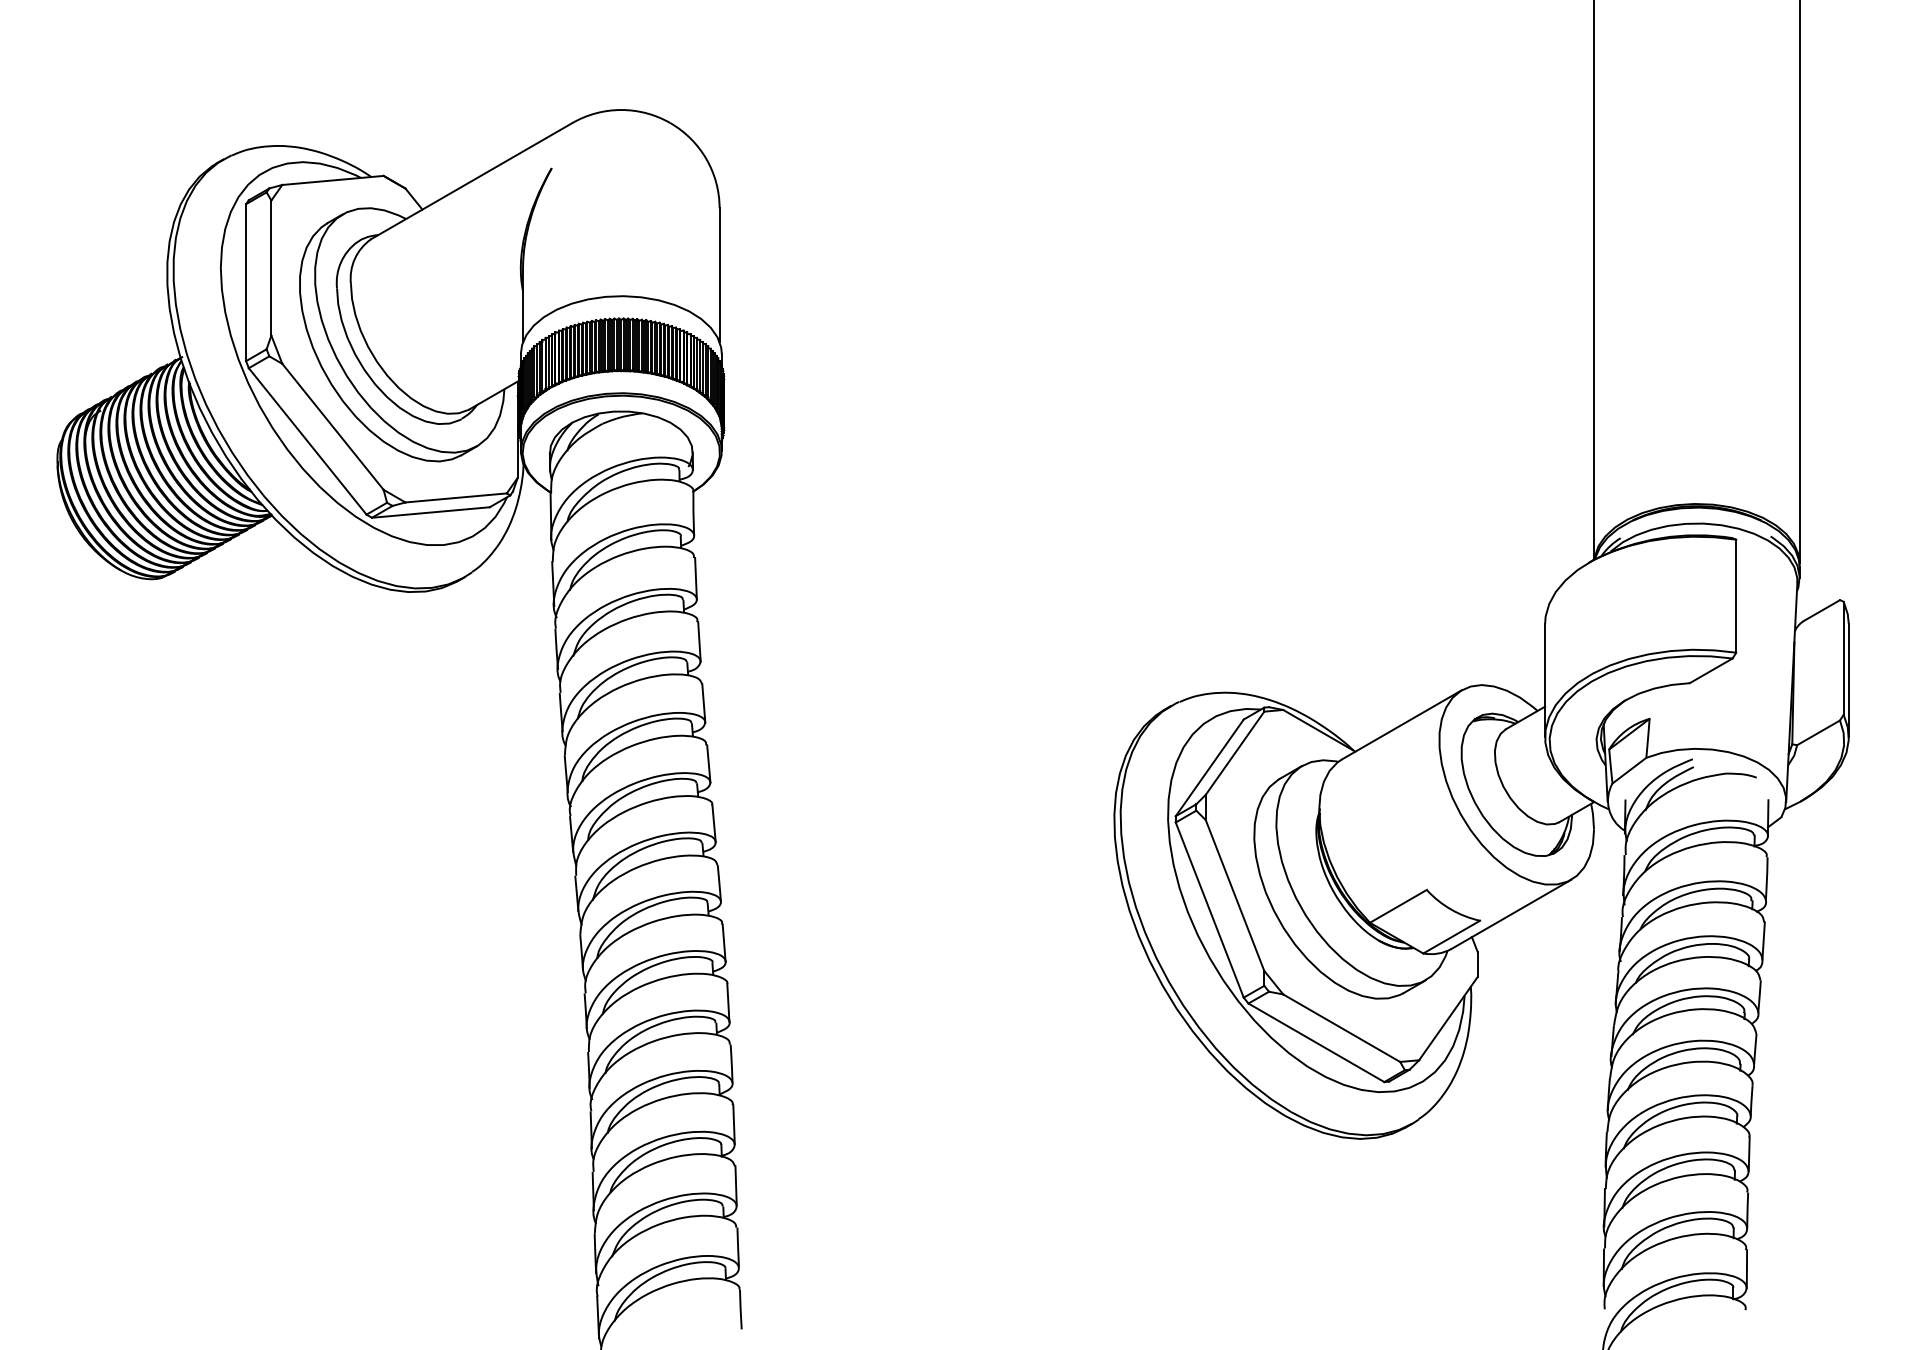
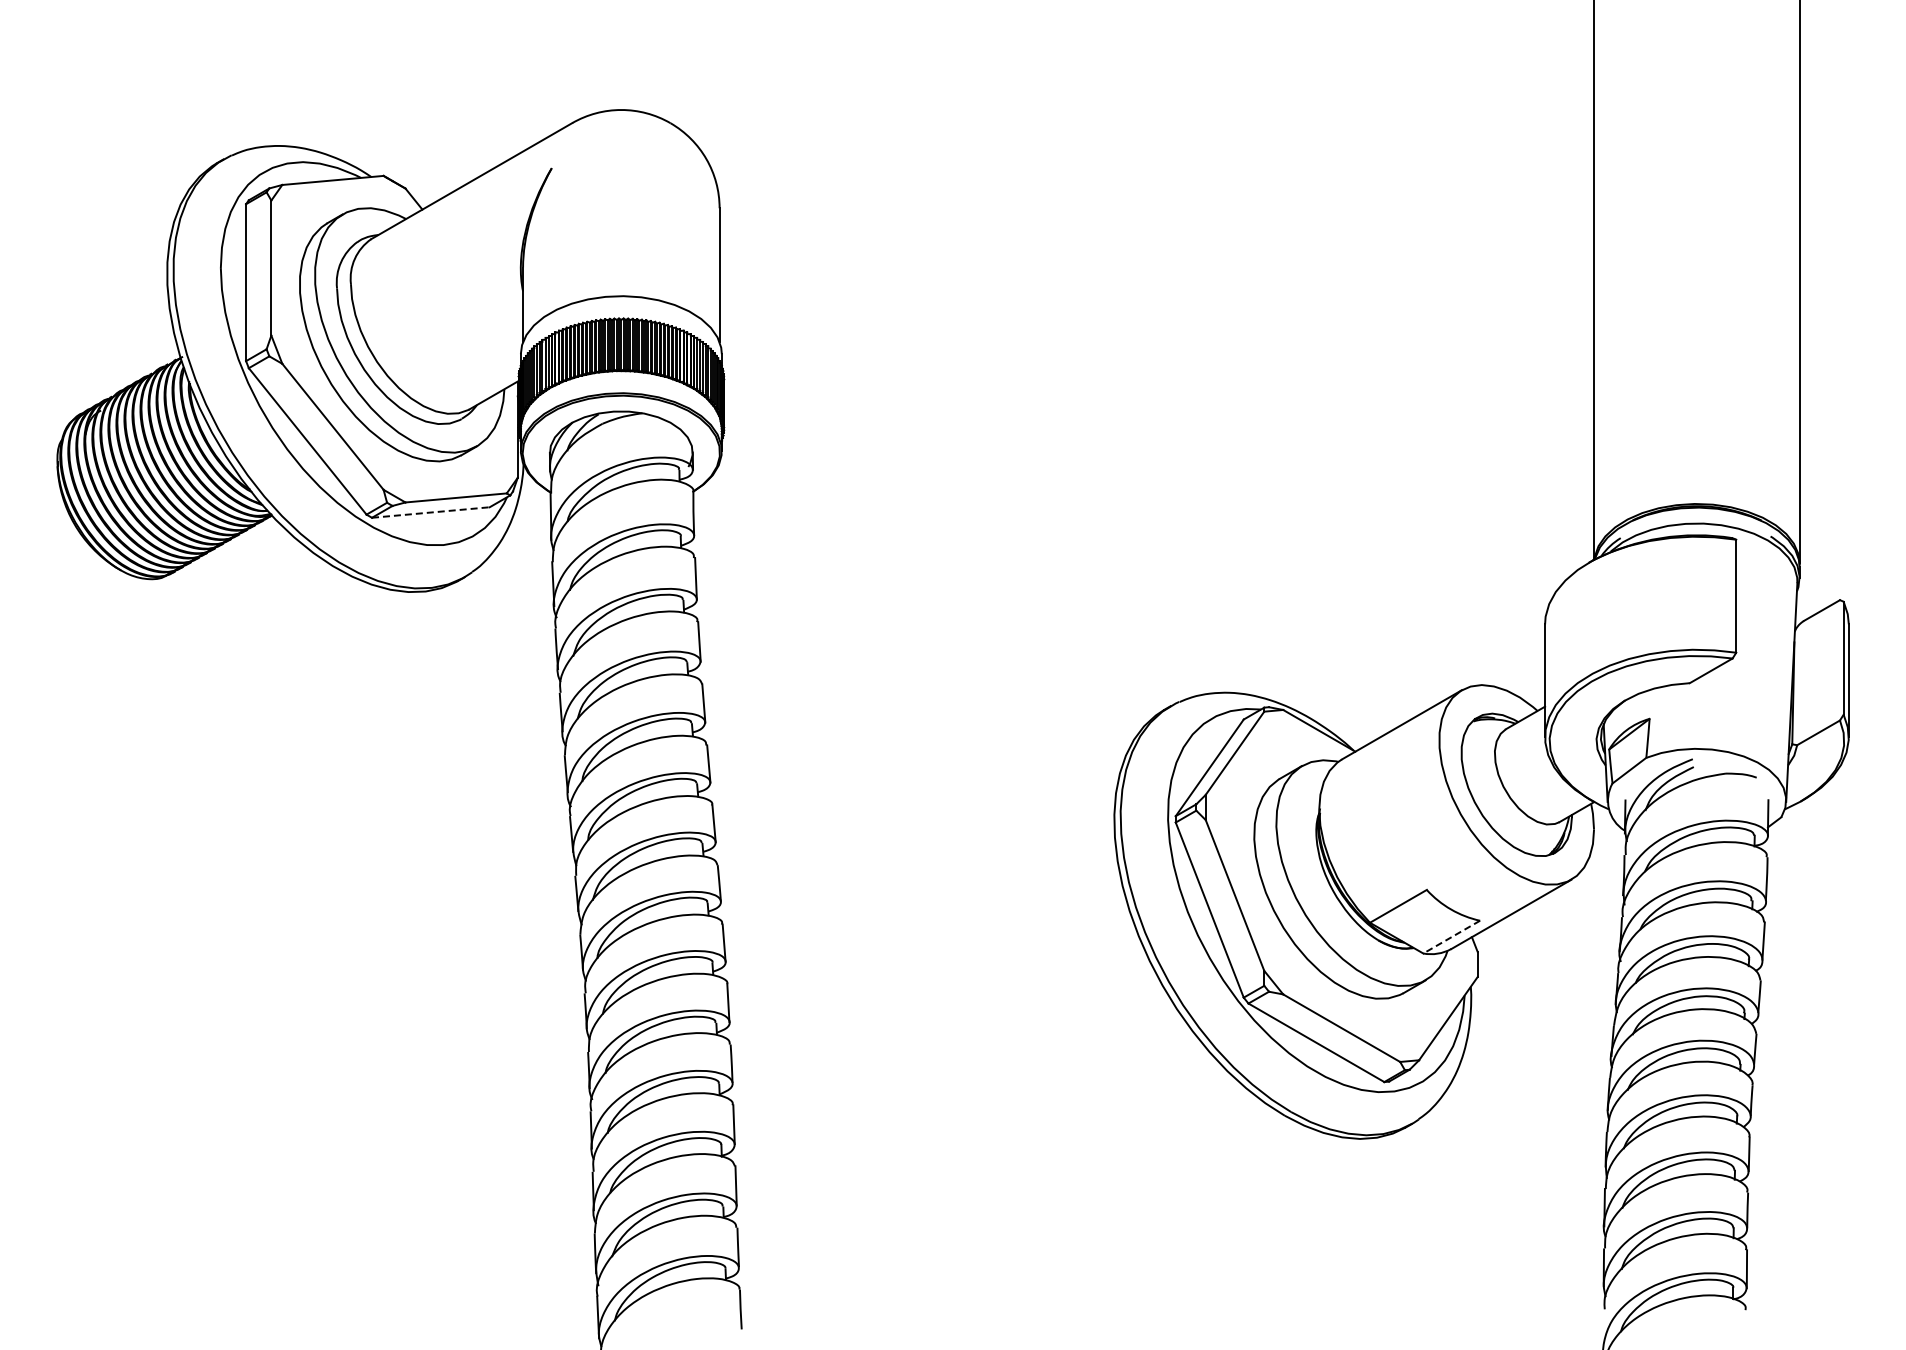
line at (431, 512): solid -> dashed
line at (1451, 937): solid -> dashed
